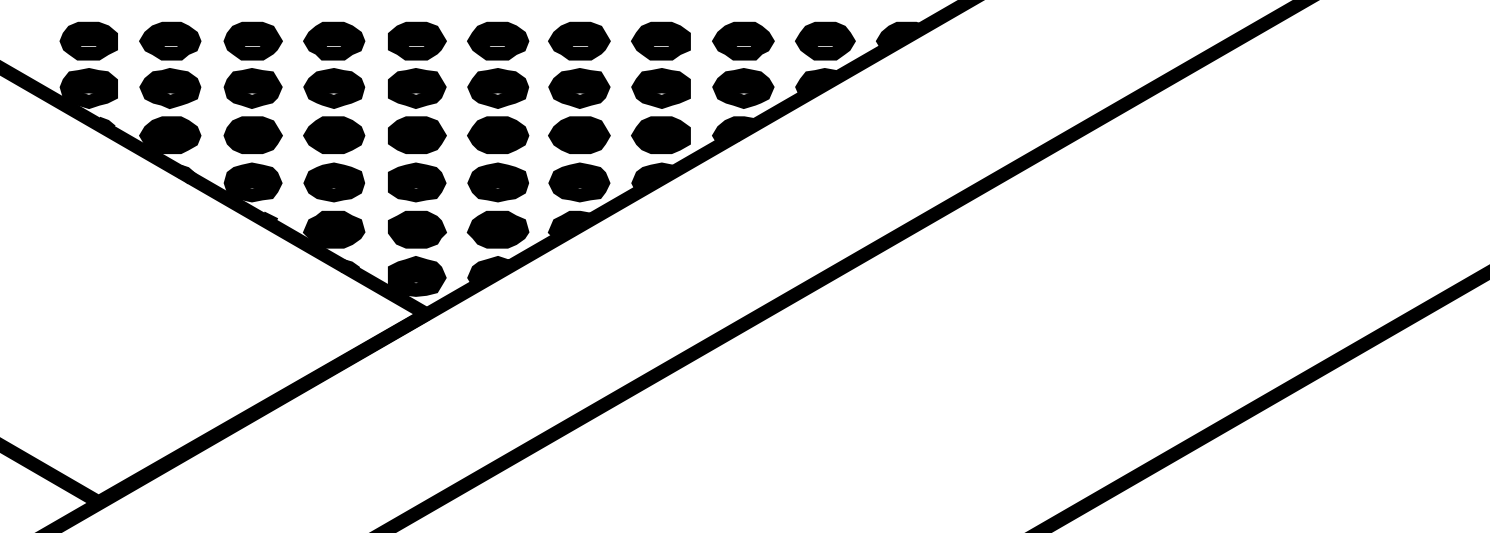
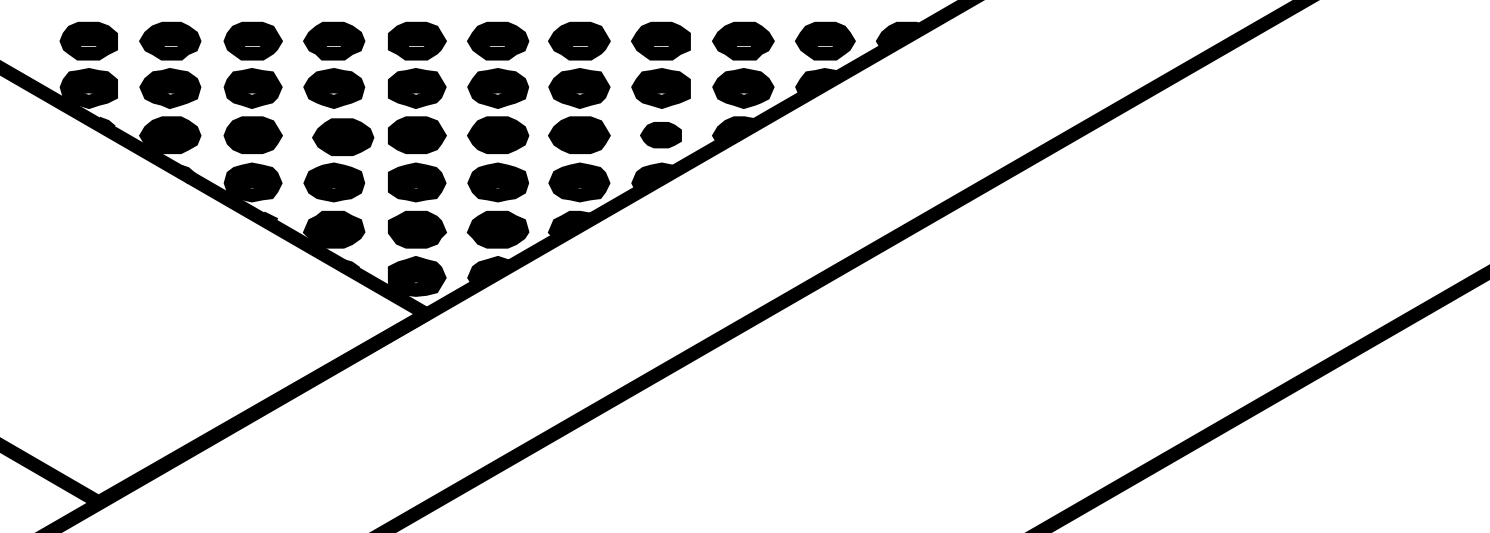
part at (334, 134) position: (334, 134) -> (343, 136)
part at (660, 134) size: 60x38 px -> 42x27 px
